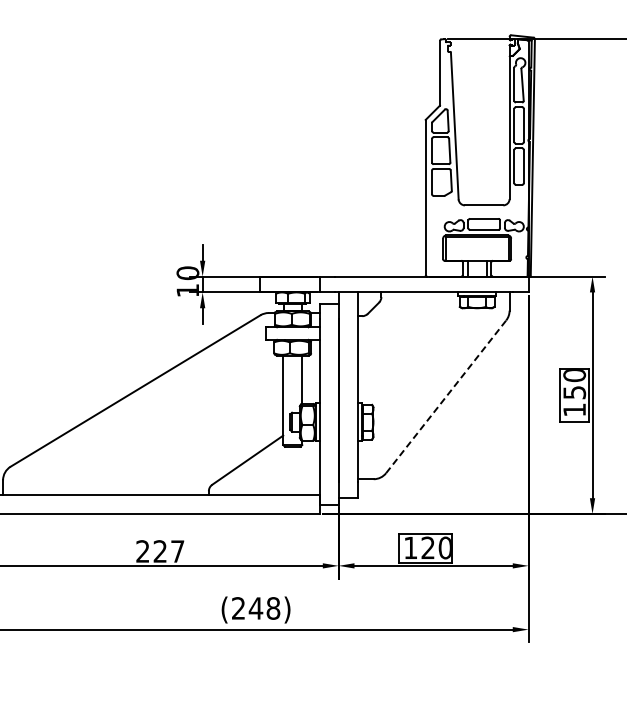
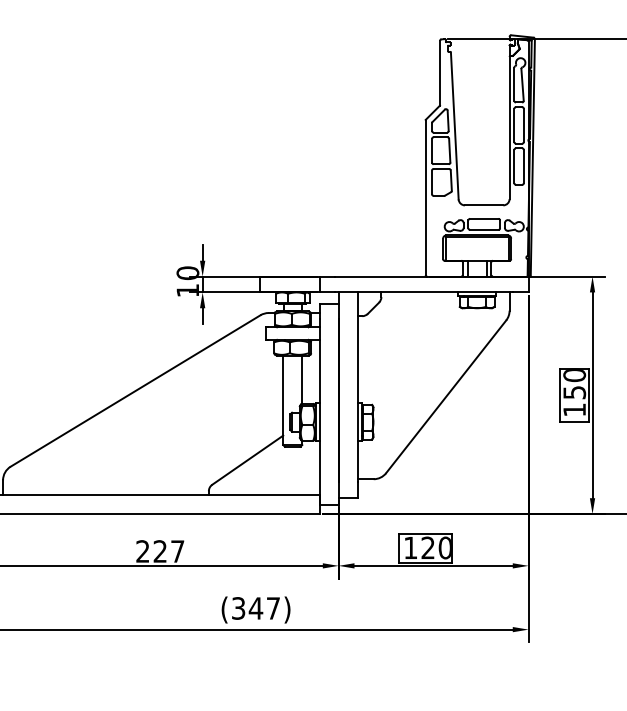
line at (446, 396): dashed -> solid
text at (256, 608): (248) -> (347)
